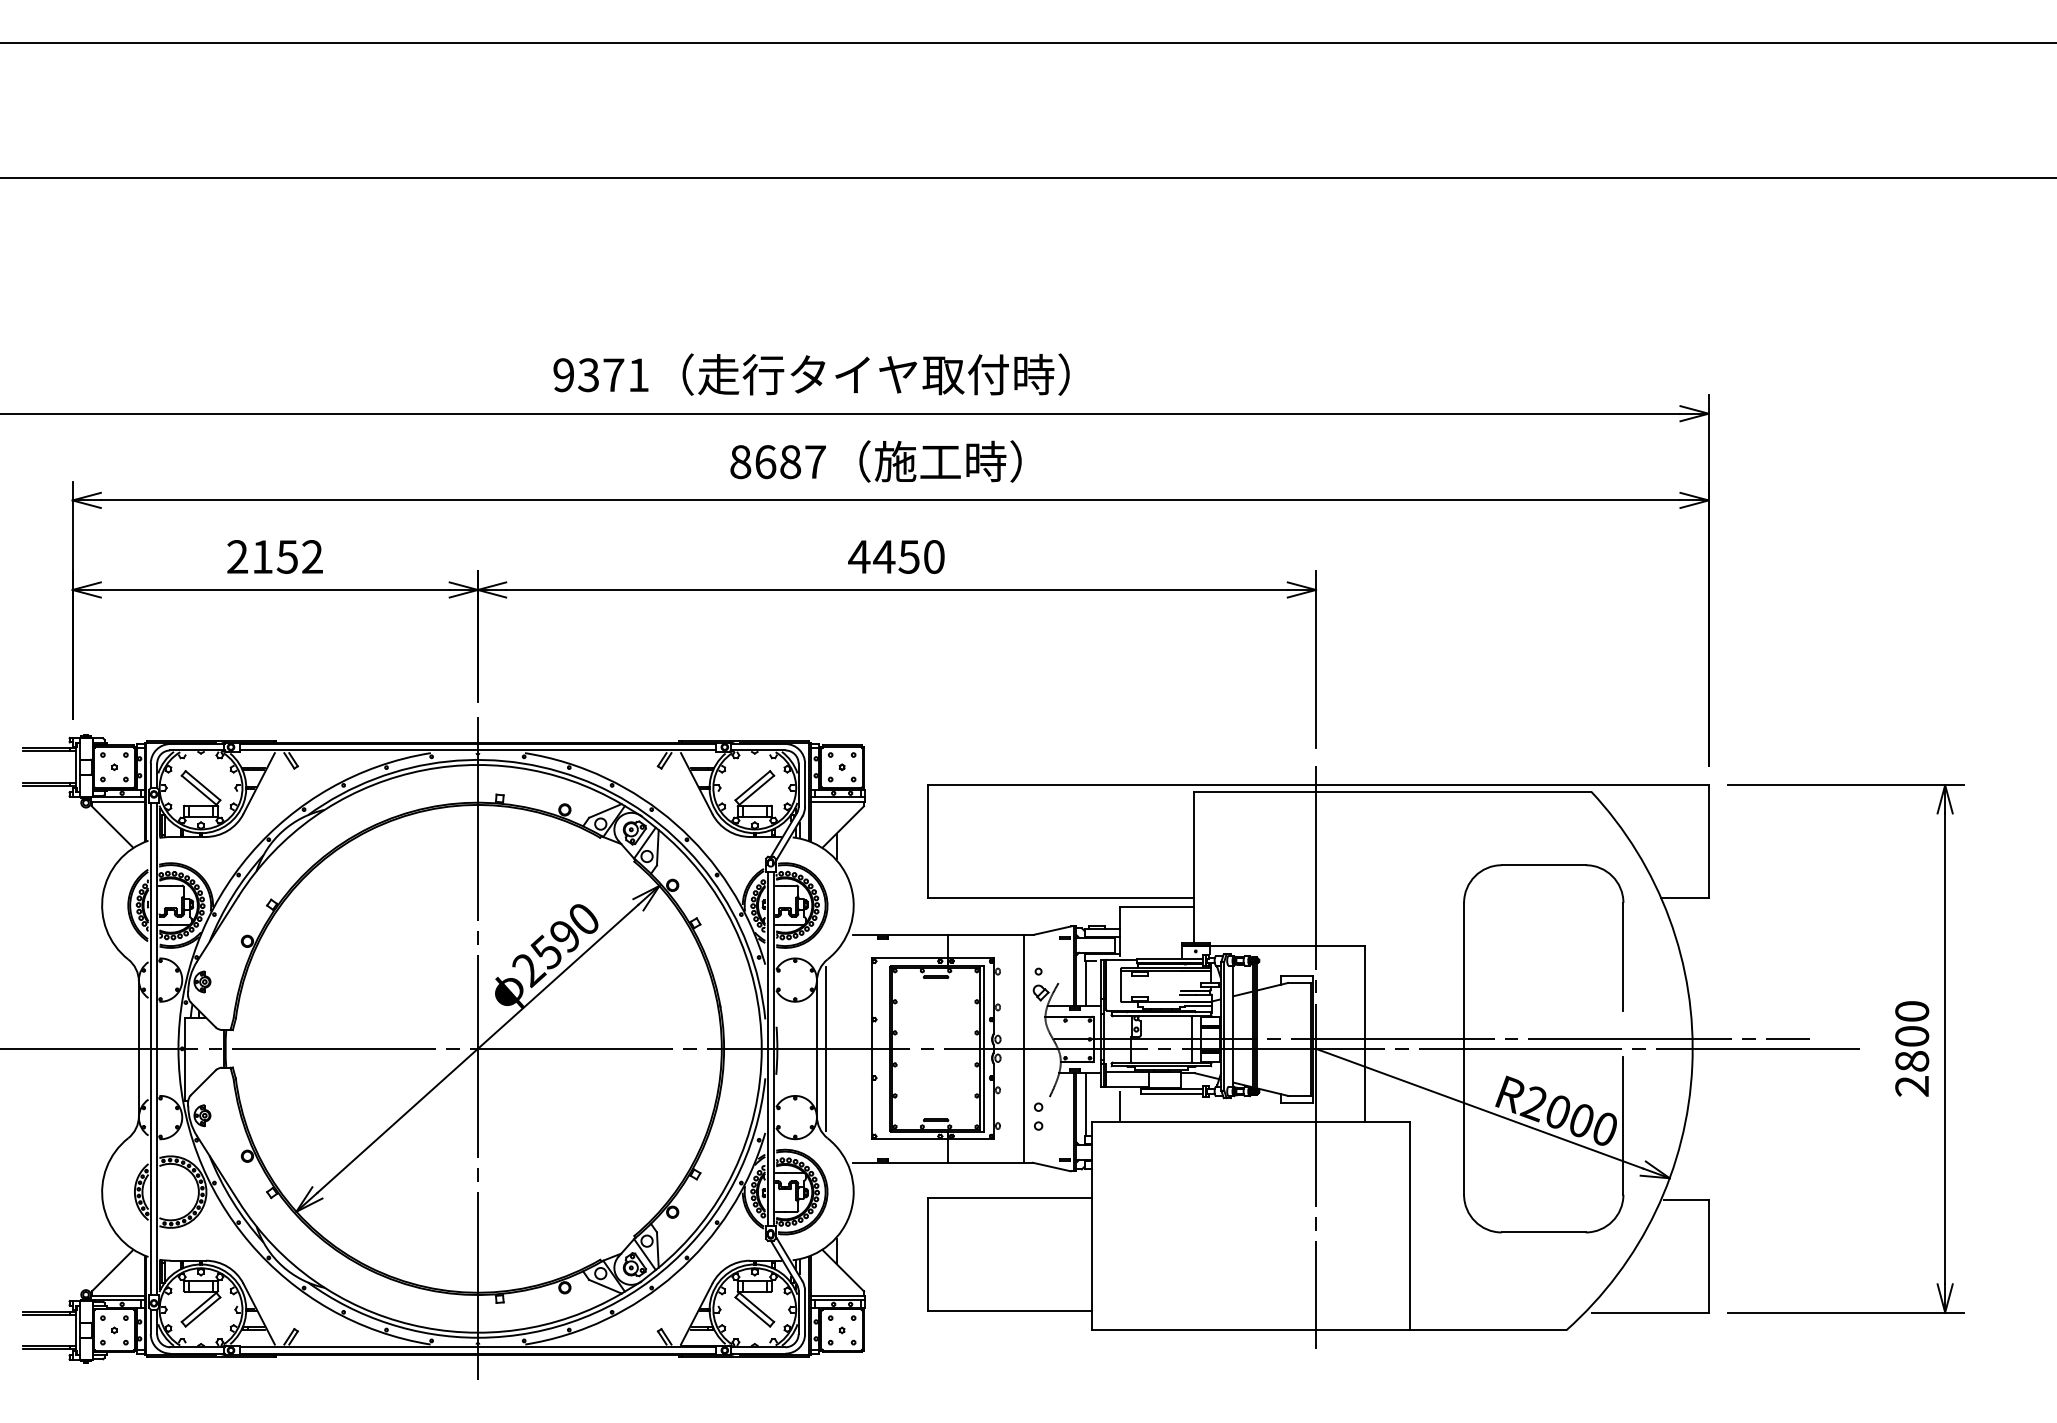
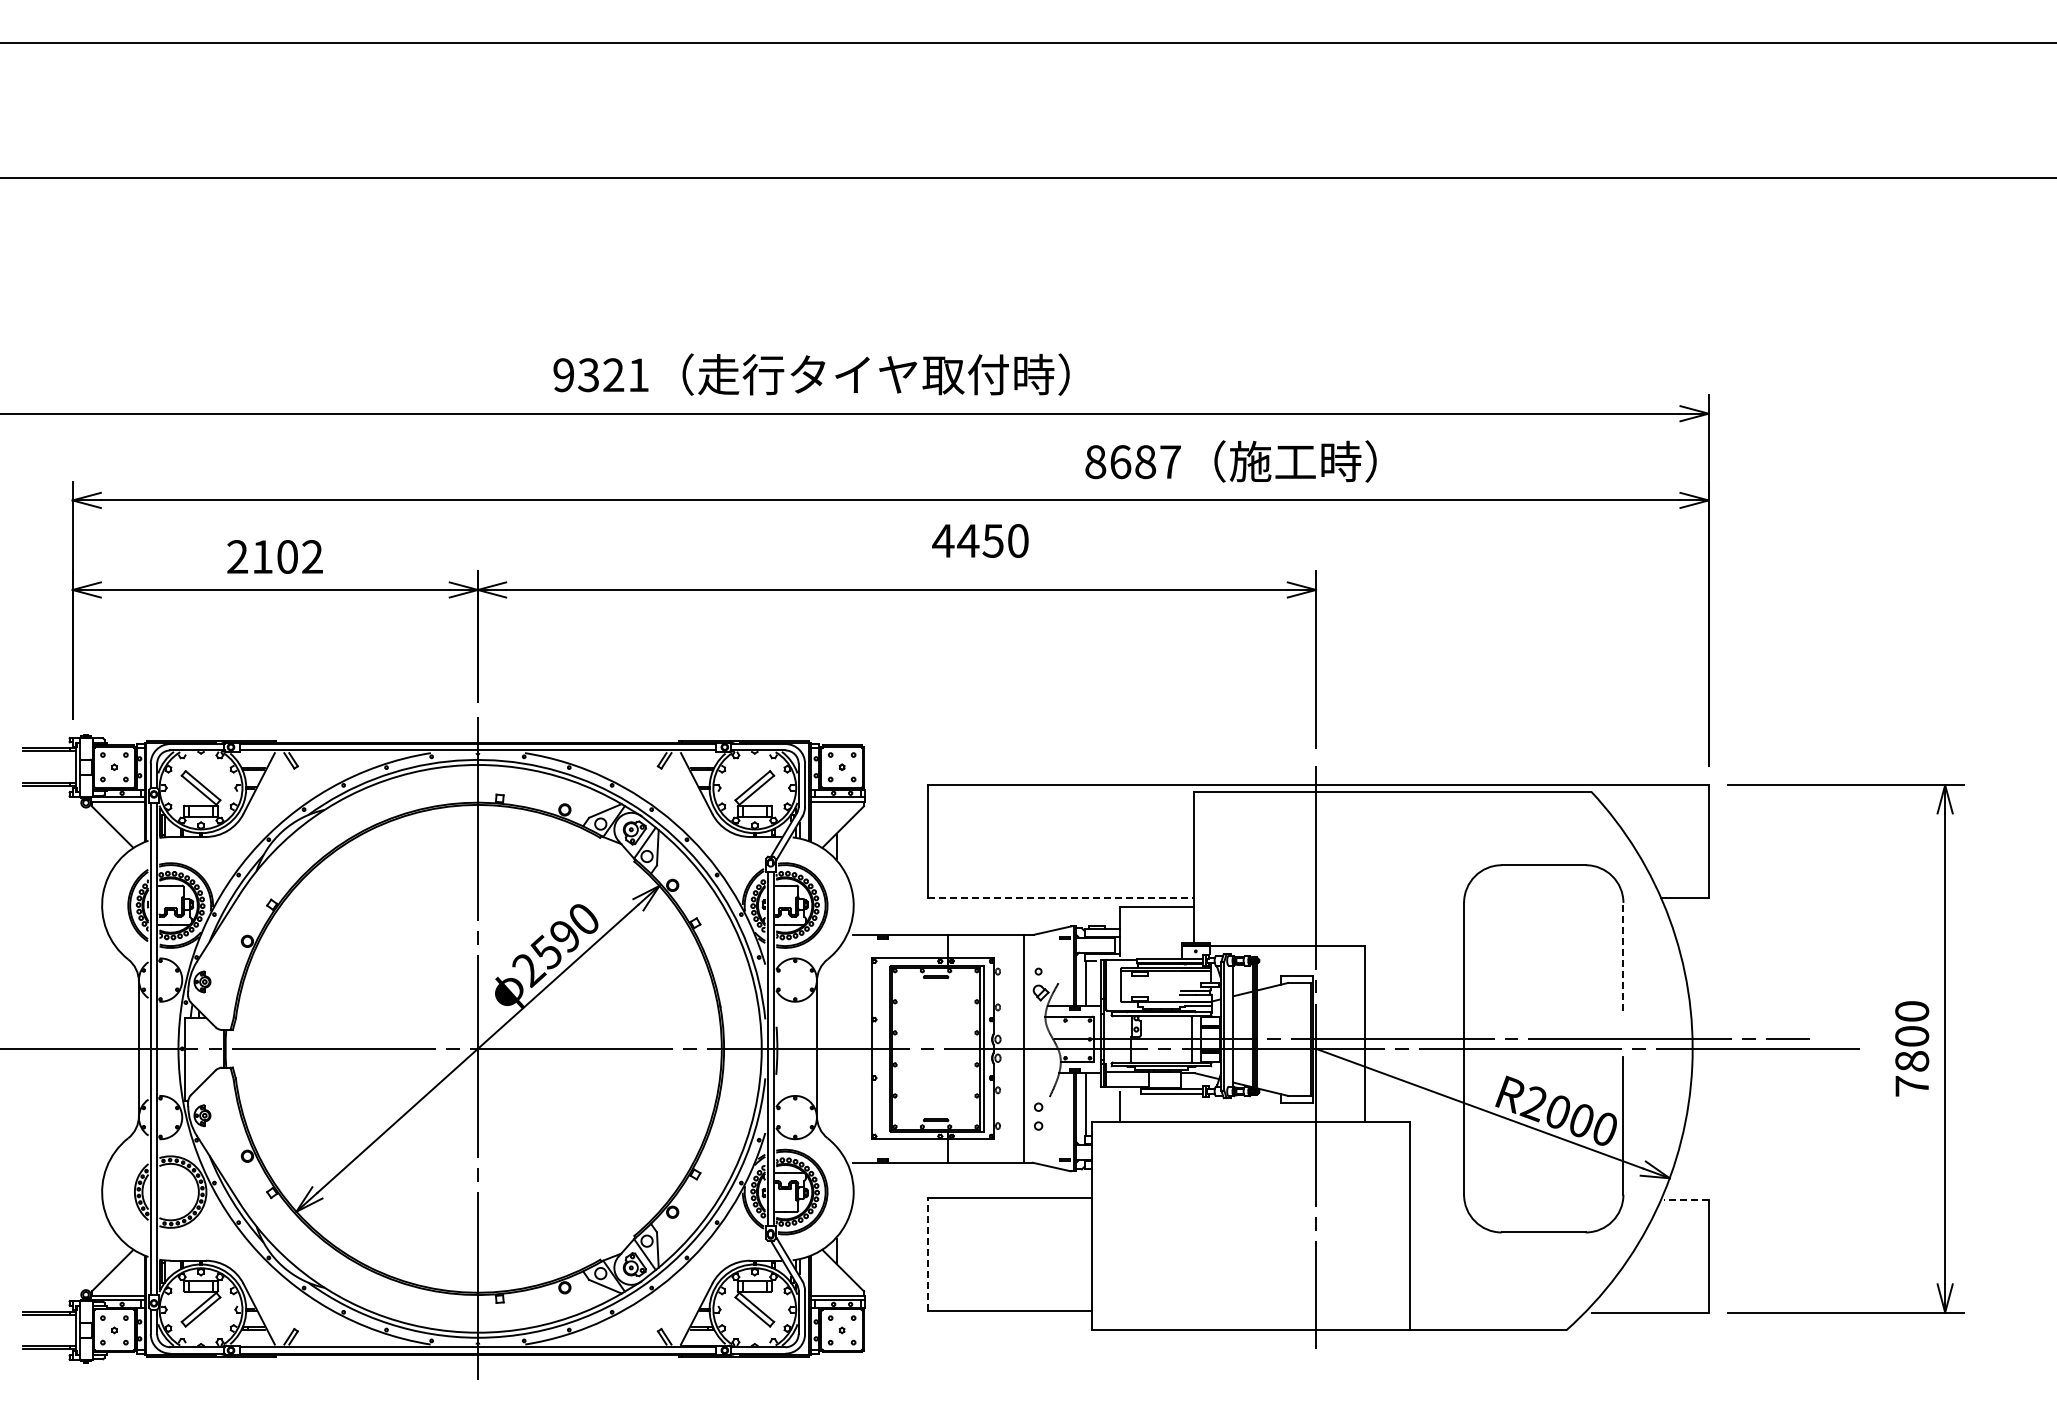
text at (613, 374): 9371 -> 9321
text at (875, 461) position: (875, 461) -> (1230, 461)
text at (286, 556): 2152 -> 2102
text at (896, 556) position: (896, 556) -> (980, 540)
line at (1060, 898): solid -> dashed
line at (1623, 956): solid -> dashed
line at (826, 1048): present -> none
text at (1911, 1086): 2800 -> 7800
line at (1686, 1199): solid -> dashed
line at (928, 1254): solid -> dashed
